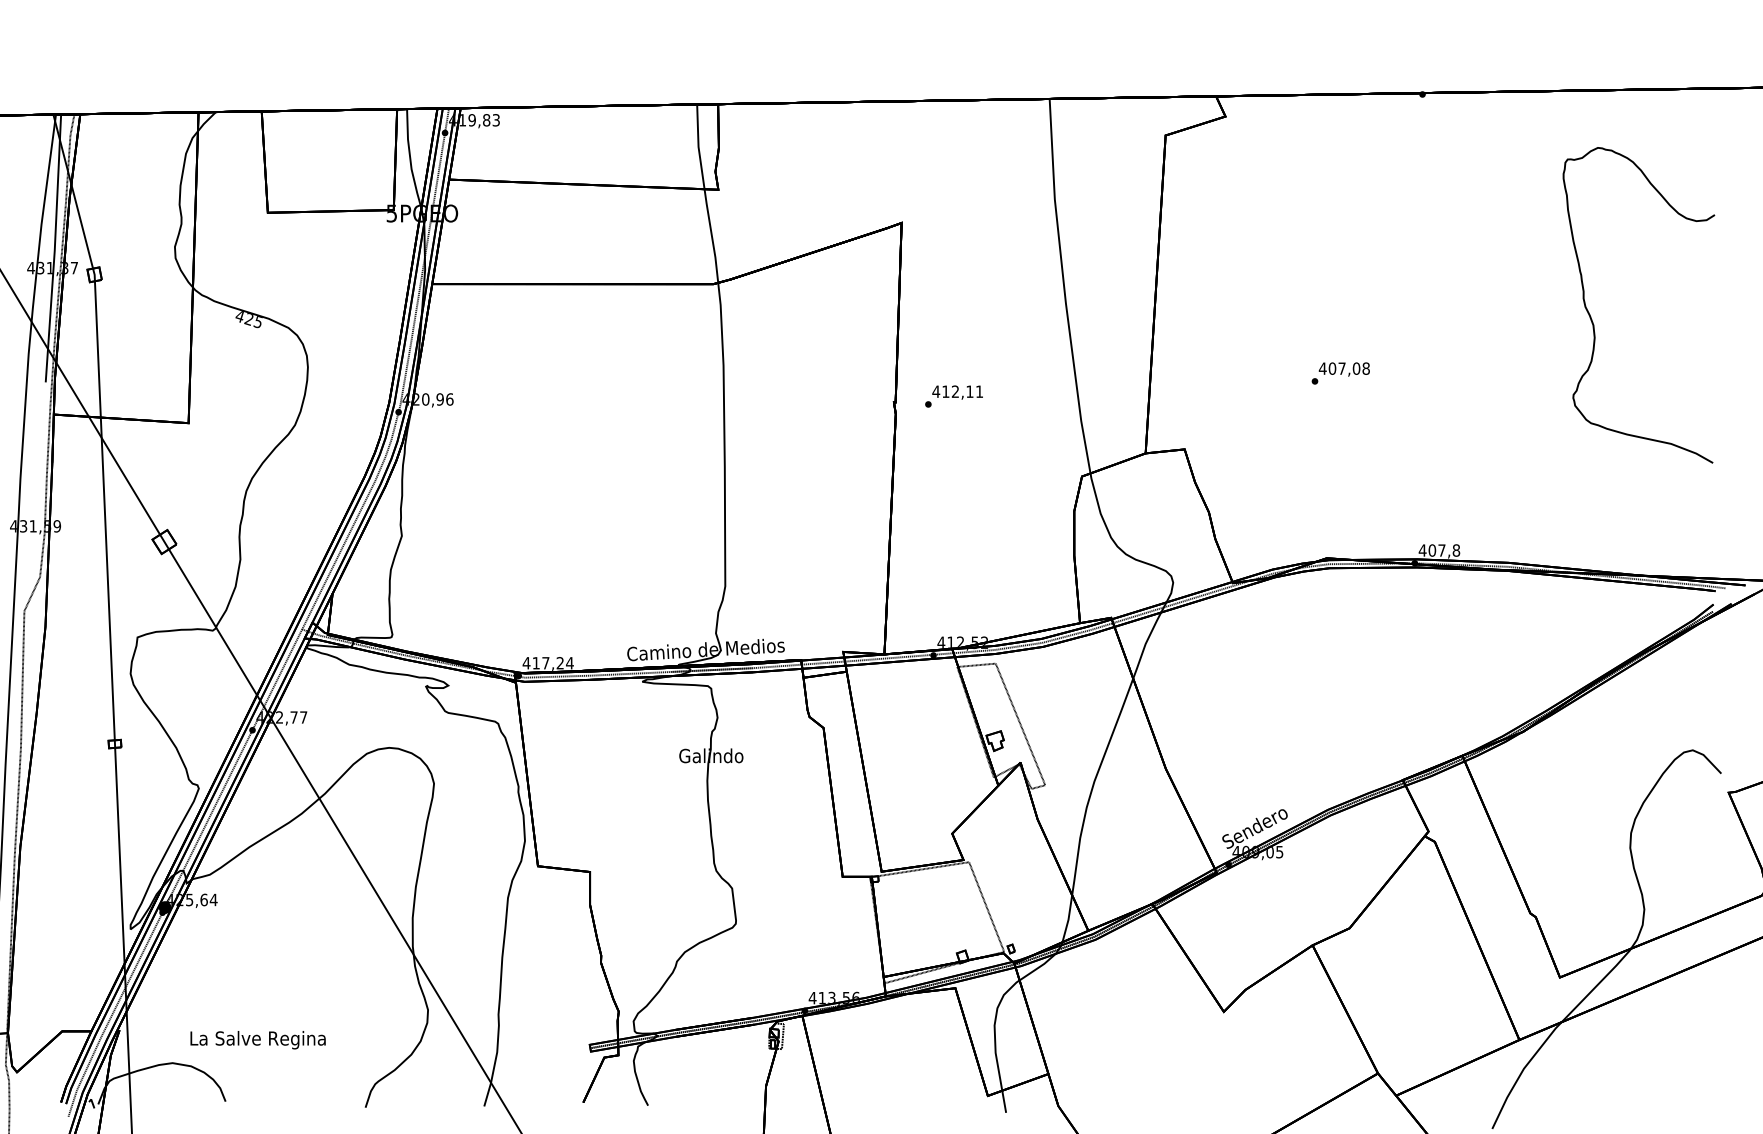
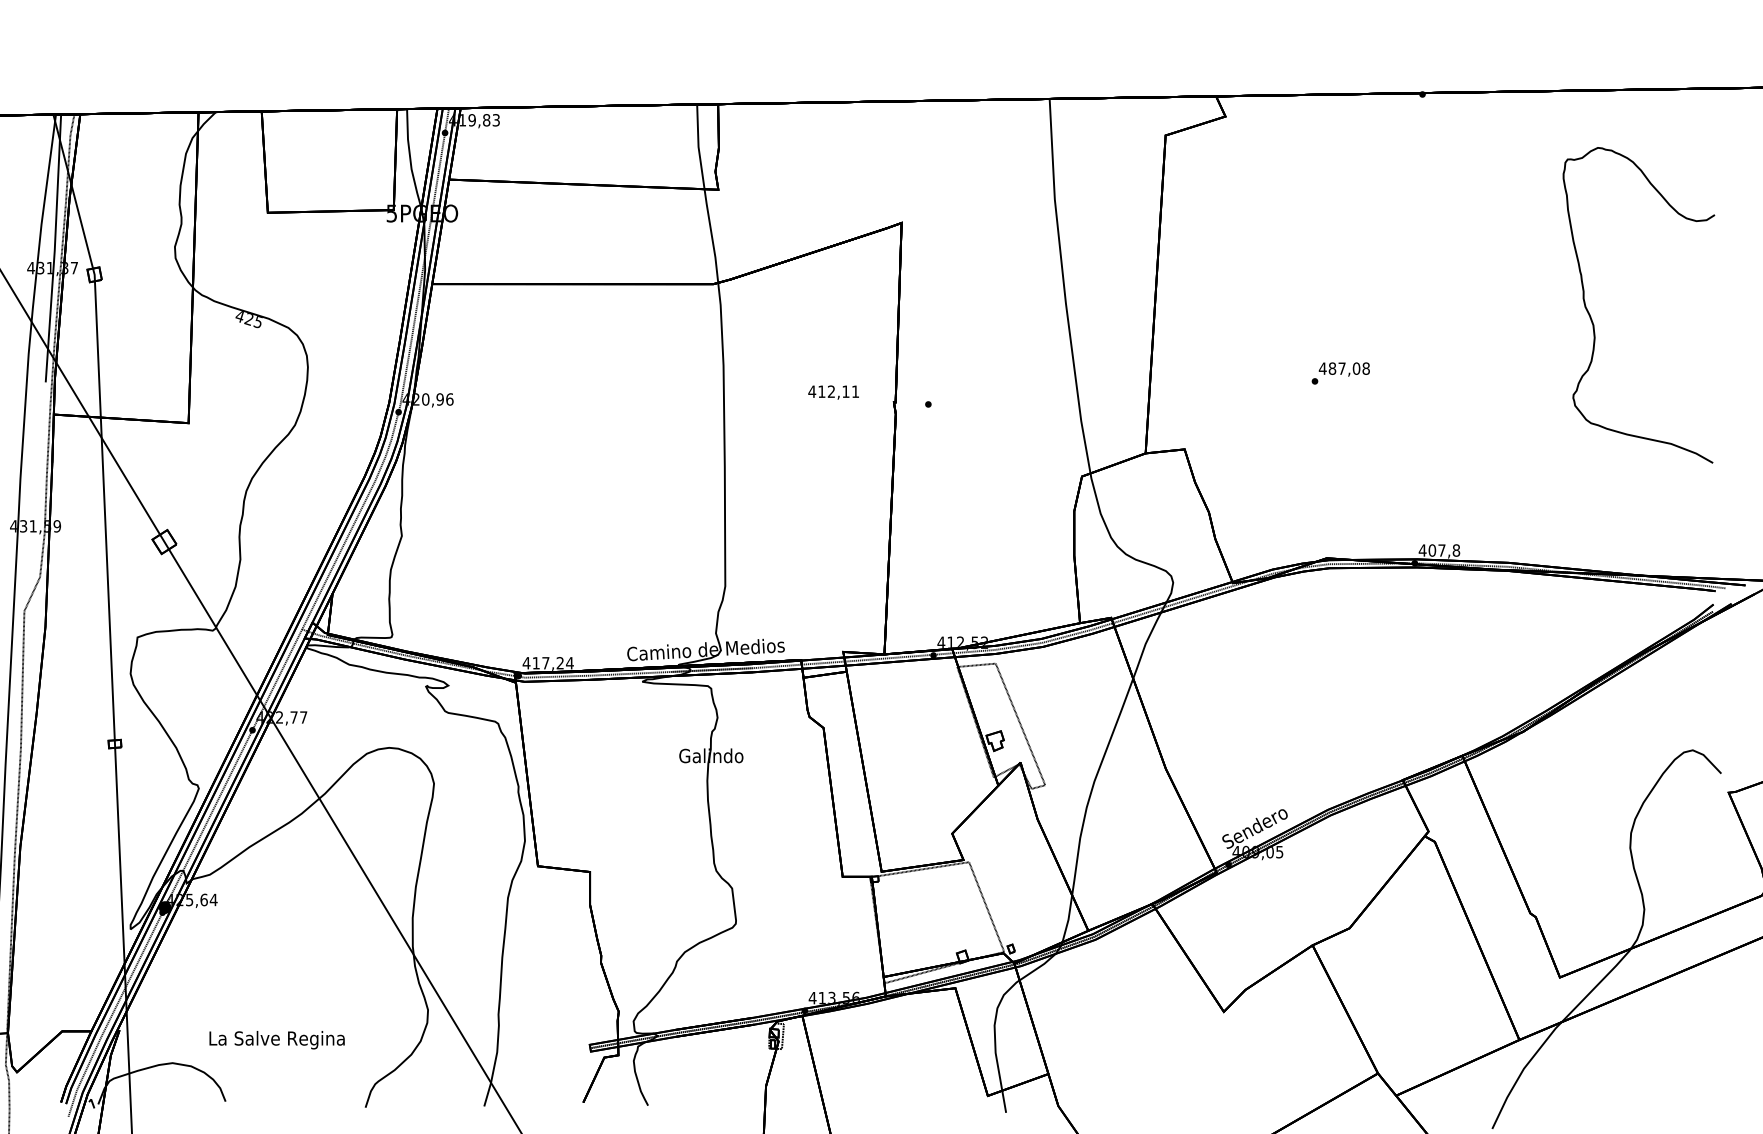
text at (1332, 368): 407,08 -> 487,08
text at (957, 392) position: (957, 392) -> (833, 392)
text at (257, 1040) position: (257, 1040) -> (276, 1040)
